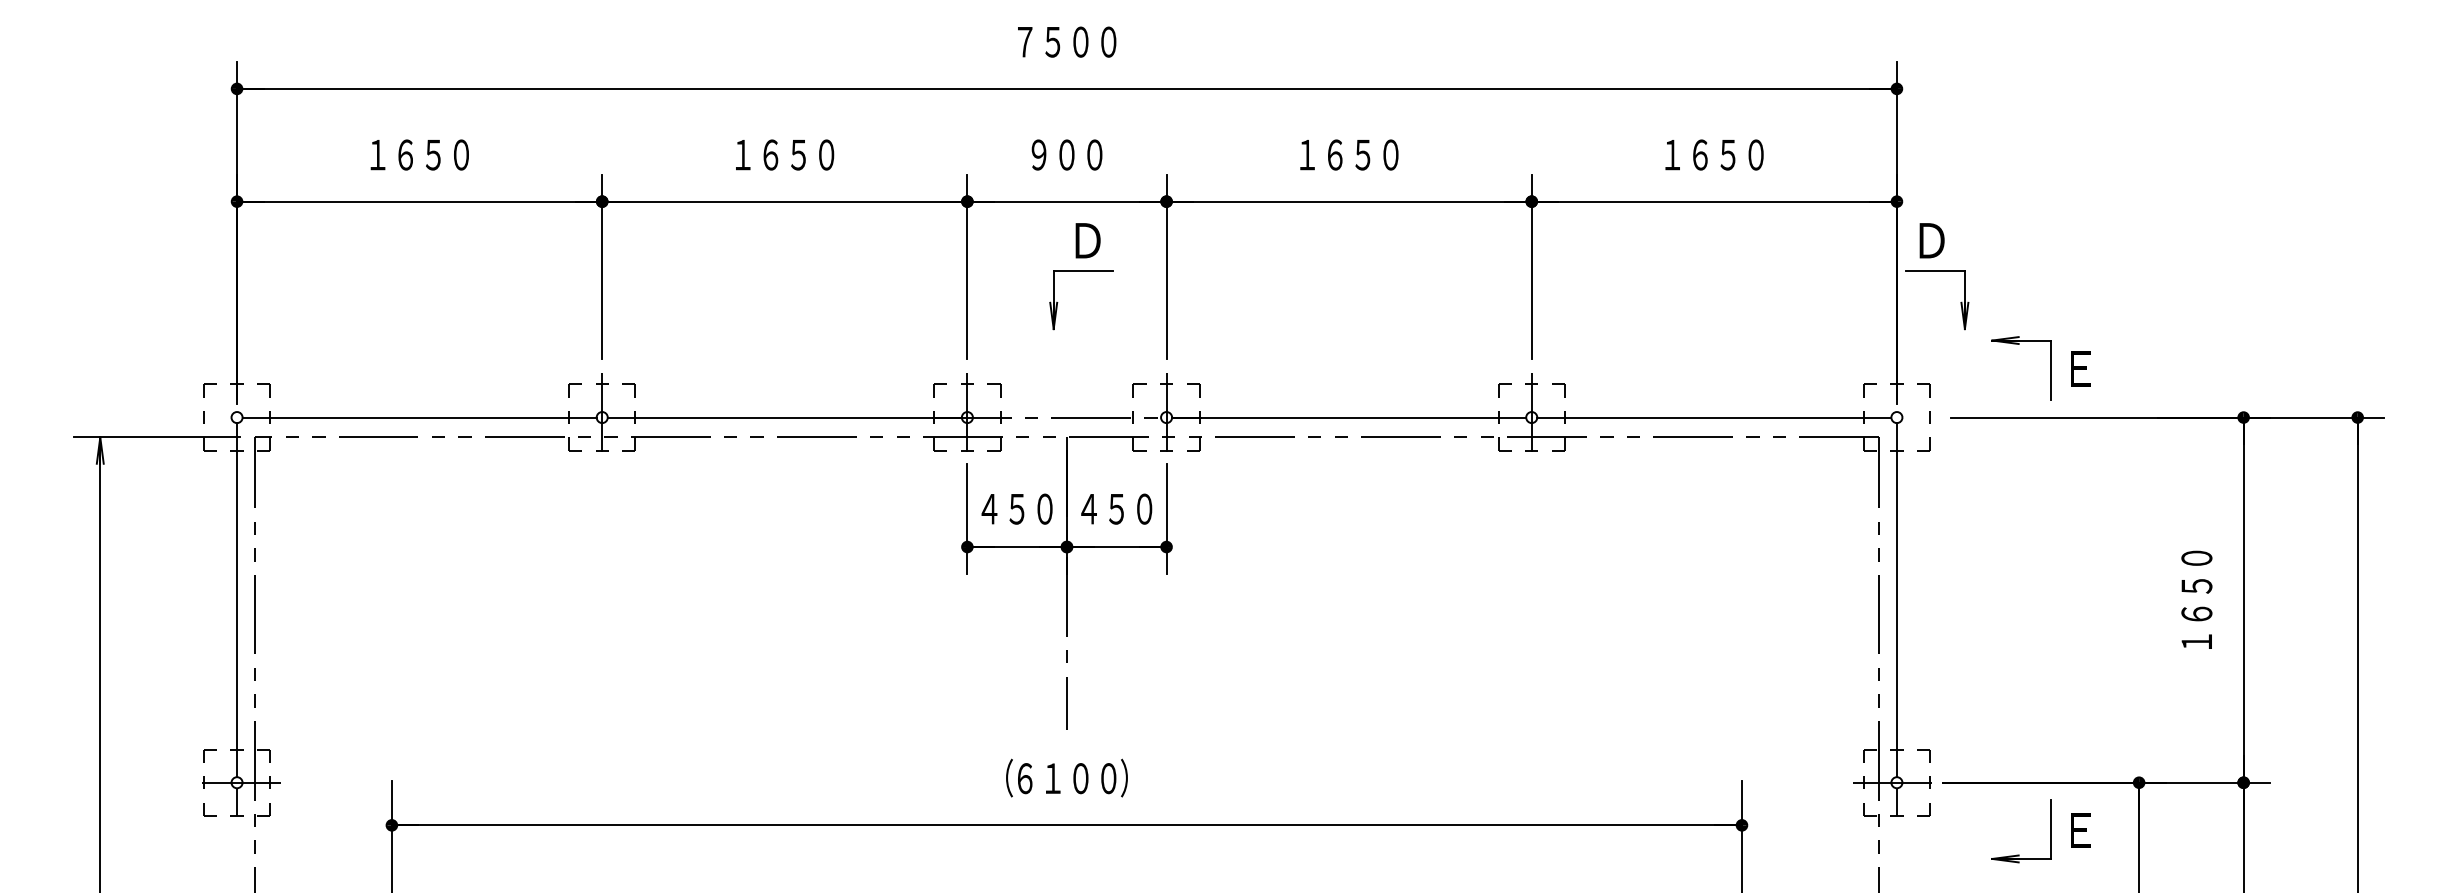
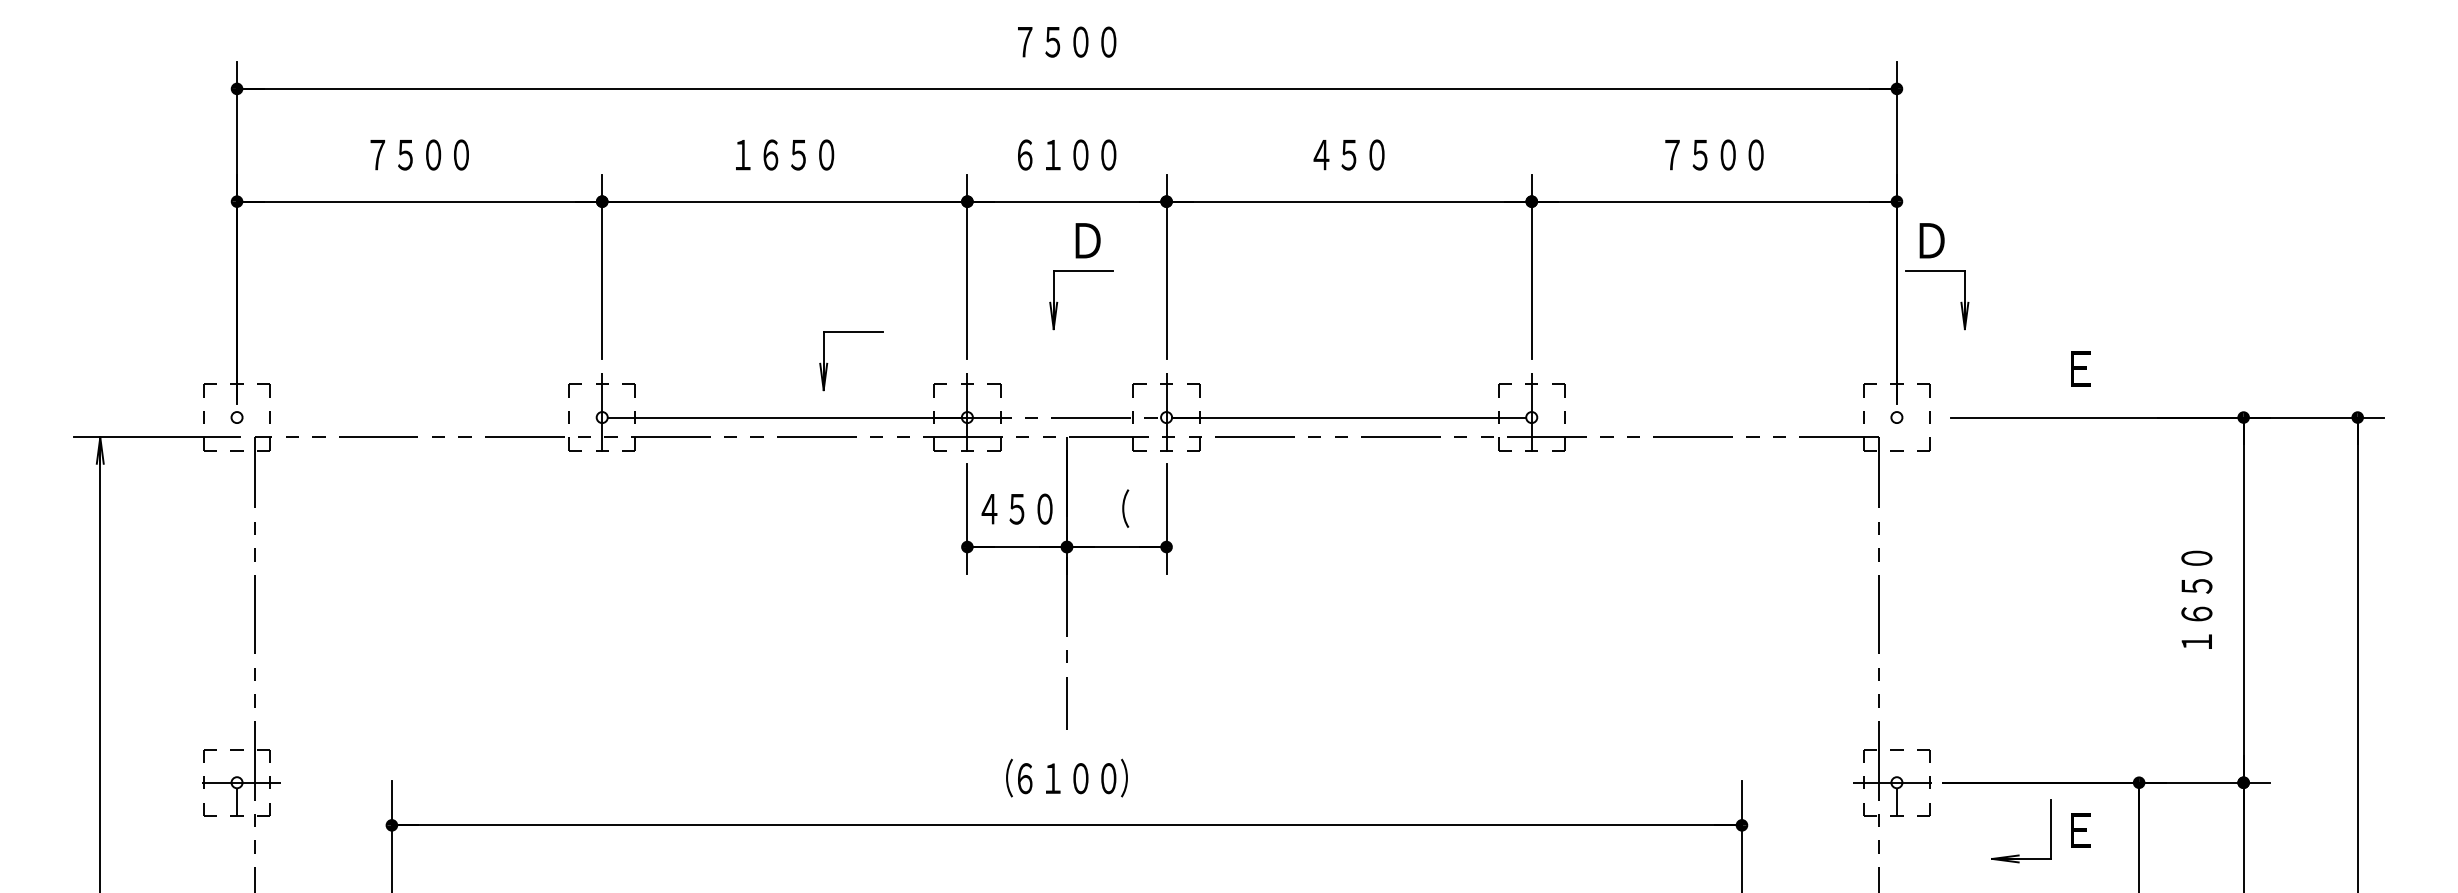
text at (405, 154): １６５０ -> ７５００
text at (1067, 154): ９００ -> ６１００
text at (1349, 154): １６５０ -> ４５０
text at (1700, 154): １６５０ -> ７５００
part at (2019, 344): present -> none
part at (828, 363): none -> present
line at (419, 417): present -> none
line at (1714, 417): present -> none
text at (1116, 508): ４５０ -> （
line at (237, 600): present -> none
line at (1896, 600): present -> none
